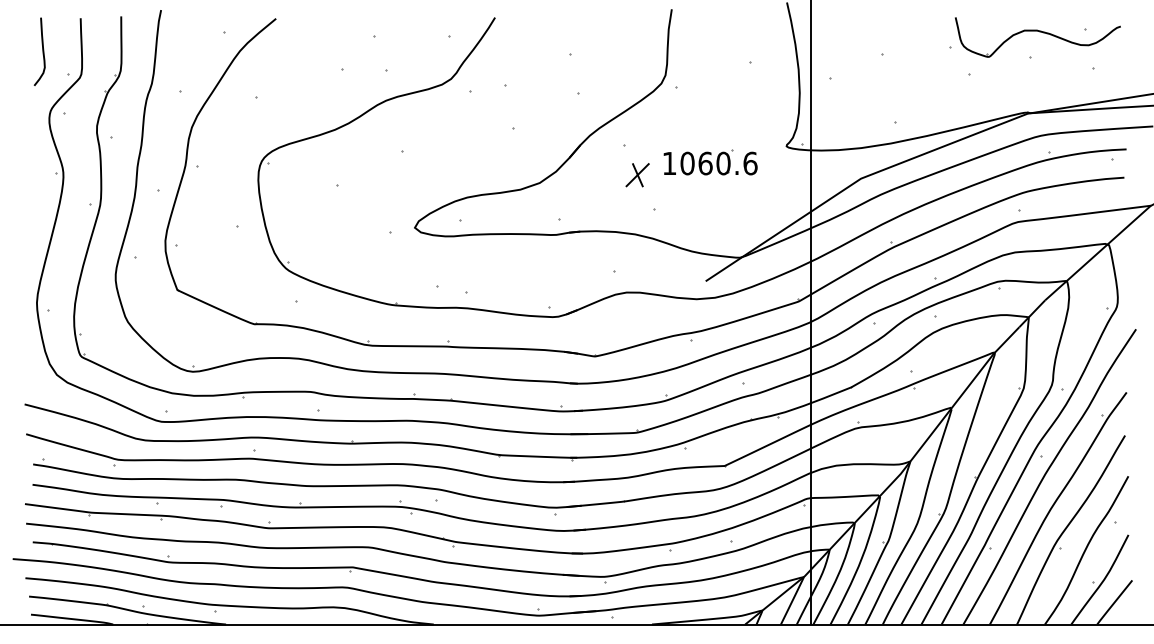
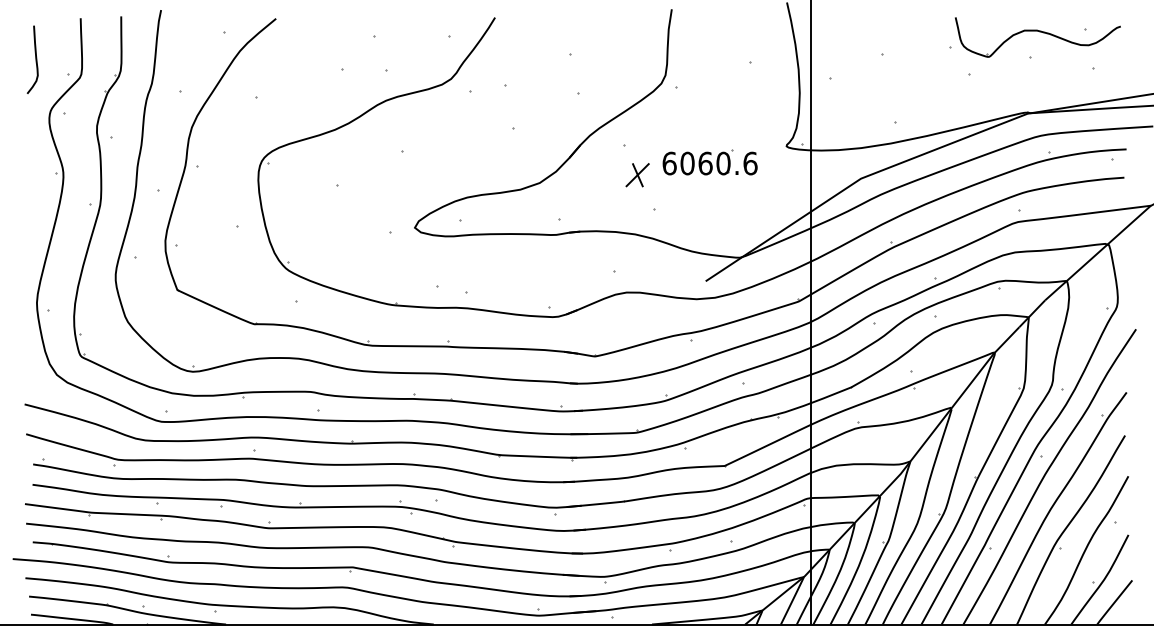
curve at (42, 51) position: (42, 51) -> (35, 59)
text at (669, 163): 1060.6 -> 6060.6
